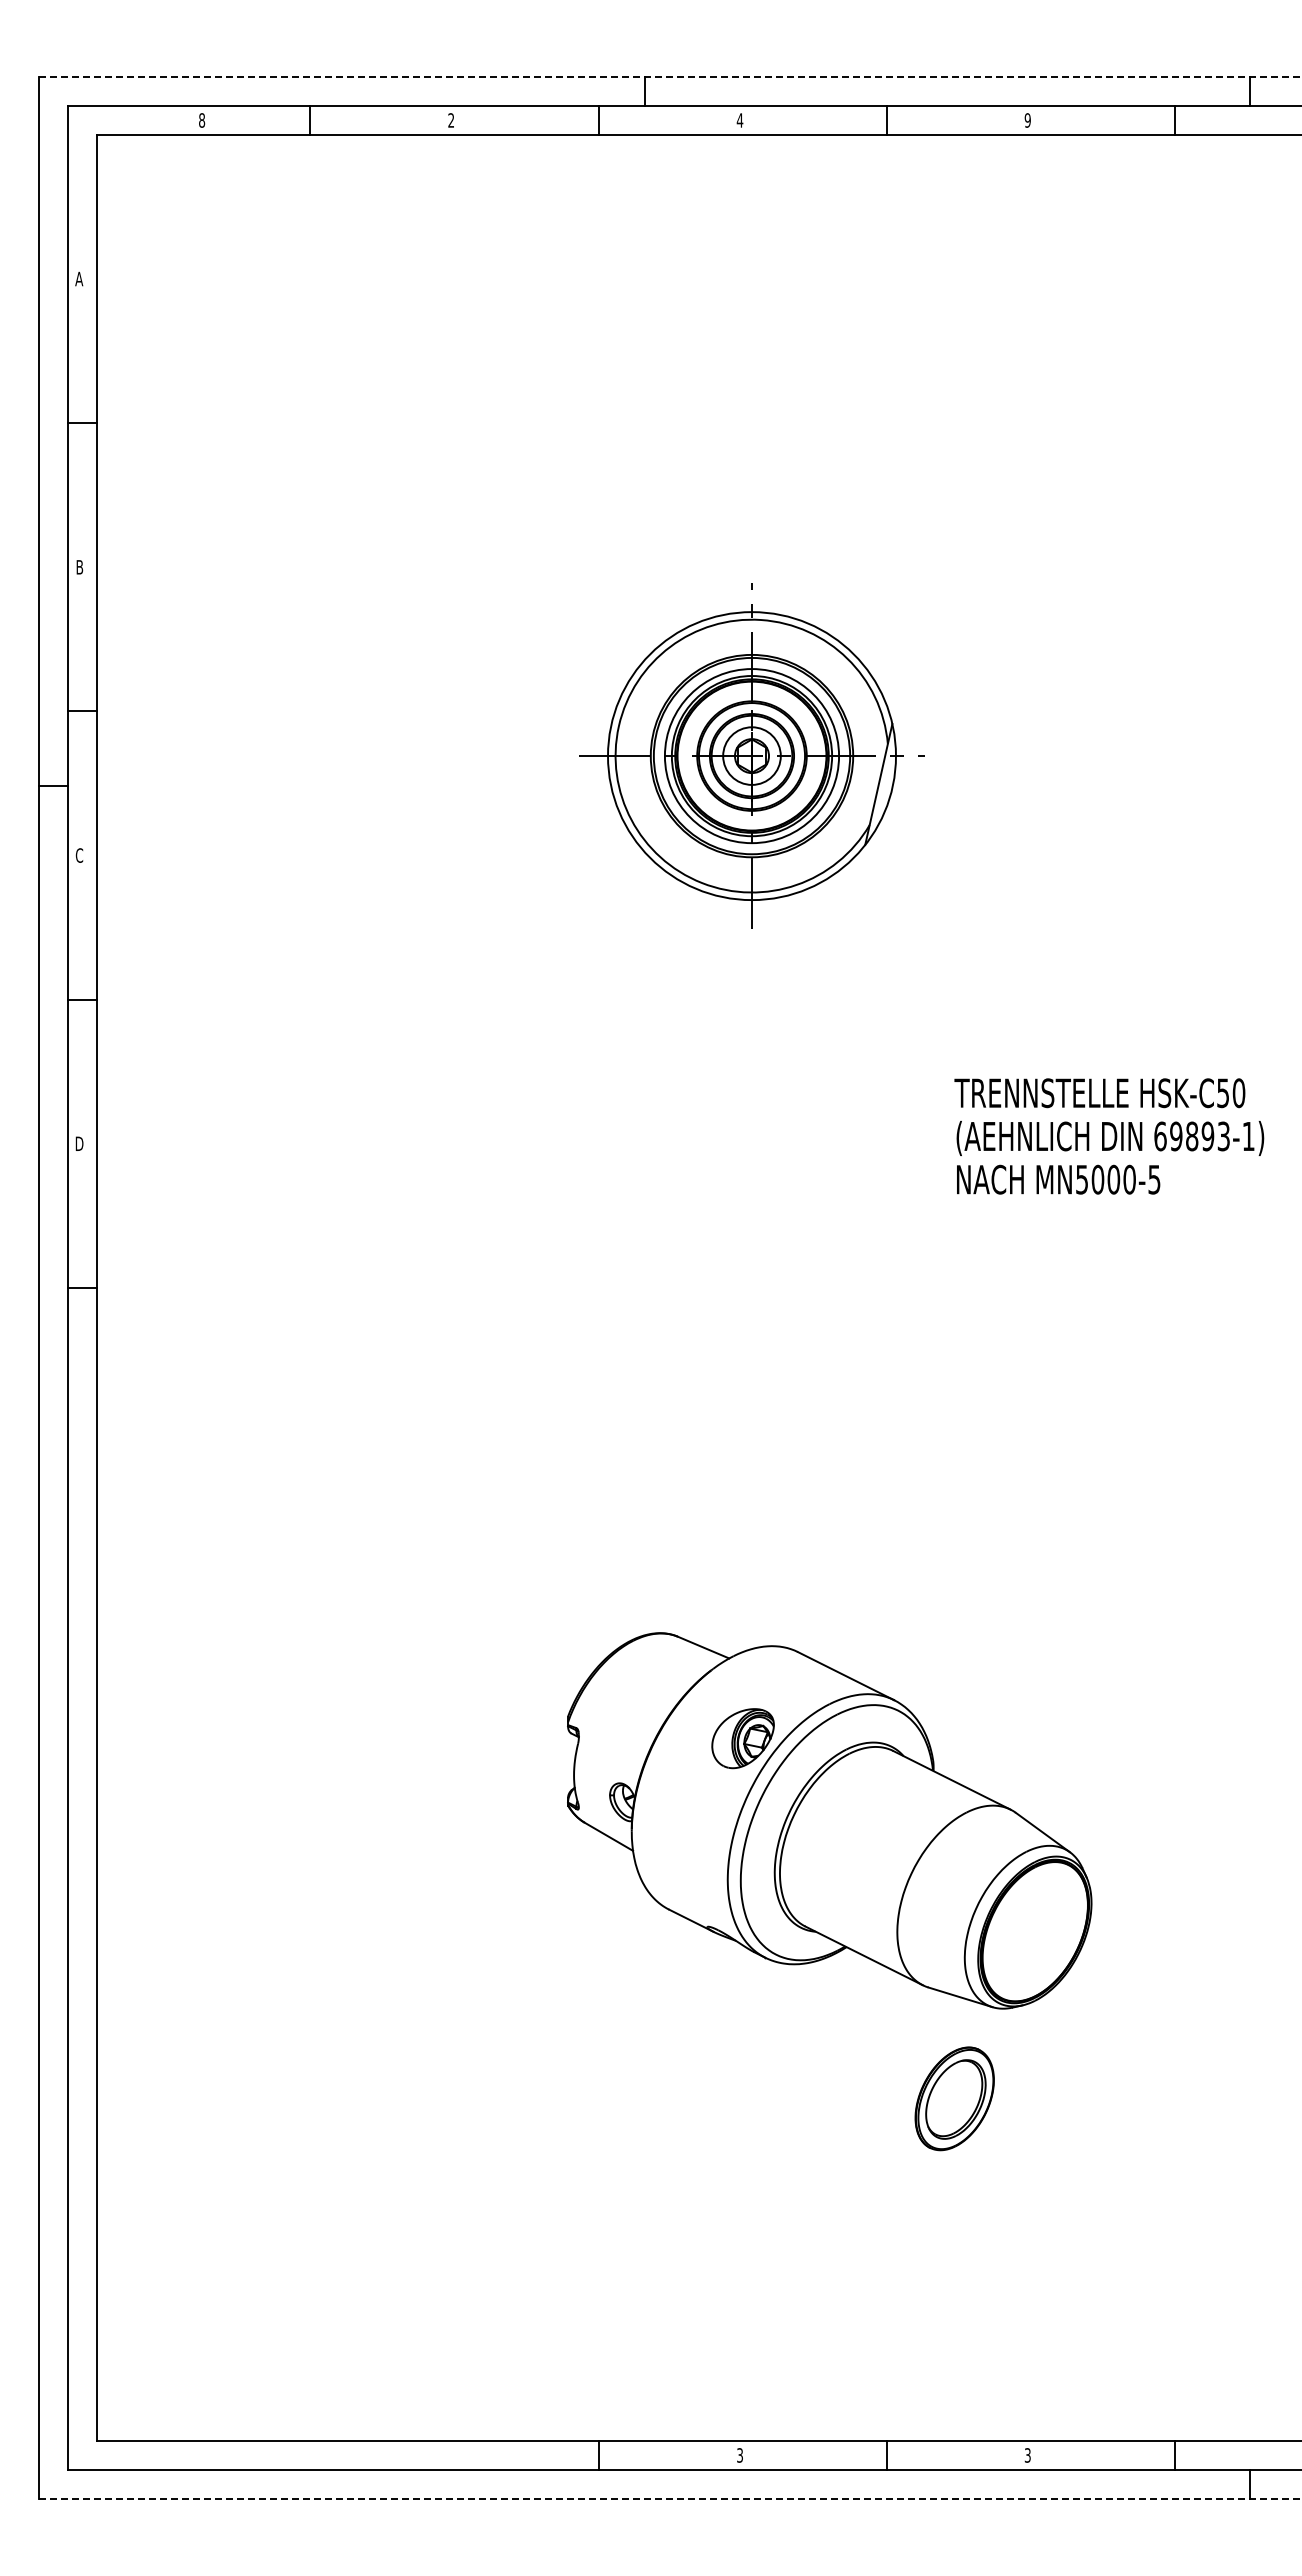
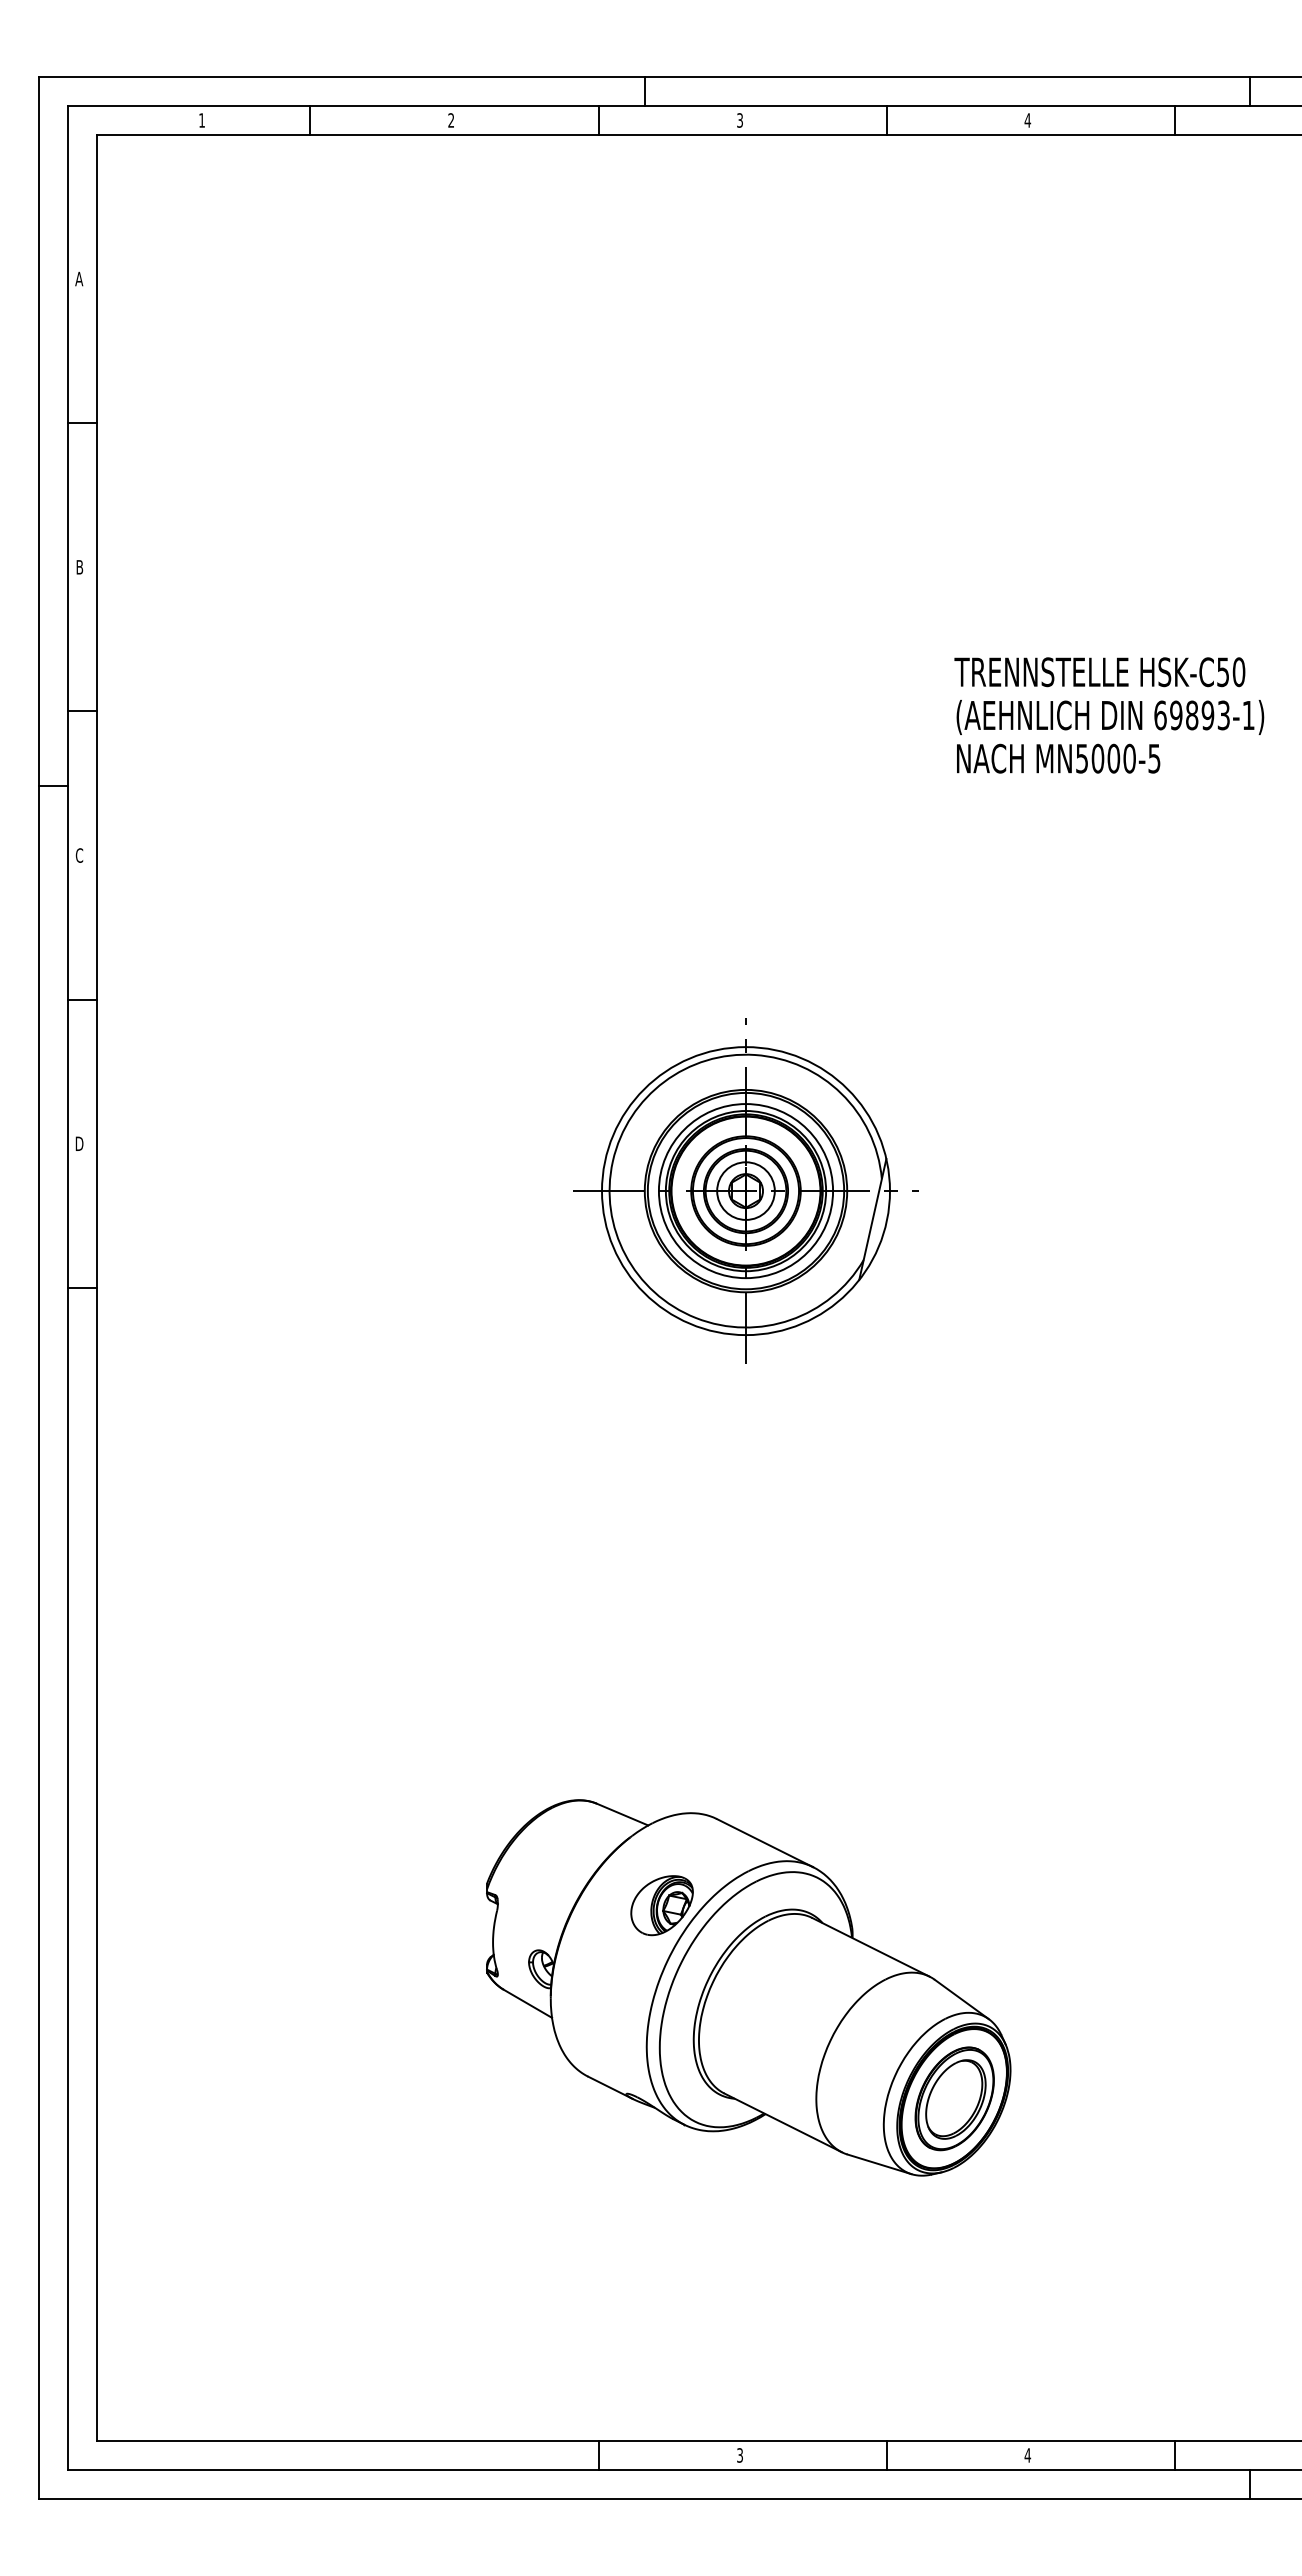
line at (670, 77): dashed -> solid
text at (202, 120): 8 -> 1
text at (739, 120): 4 -> 3
text at (1027, 120): 9 -> 4
part at (751, 755) position: (751, 755) -> (745, 1190)
text at (1109, 1136) position: (1109, 1136) -> (1109, 715)
part at (829, 1820) position: (829, 1820) -> (748, 1987)
text at (1027, 2455): 3 -> 4
line at (670, 2498): dashed -> solid
